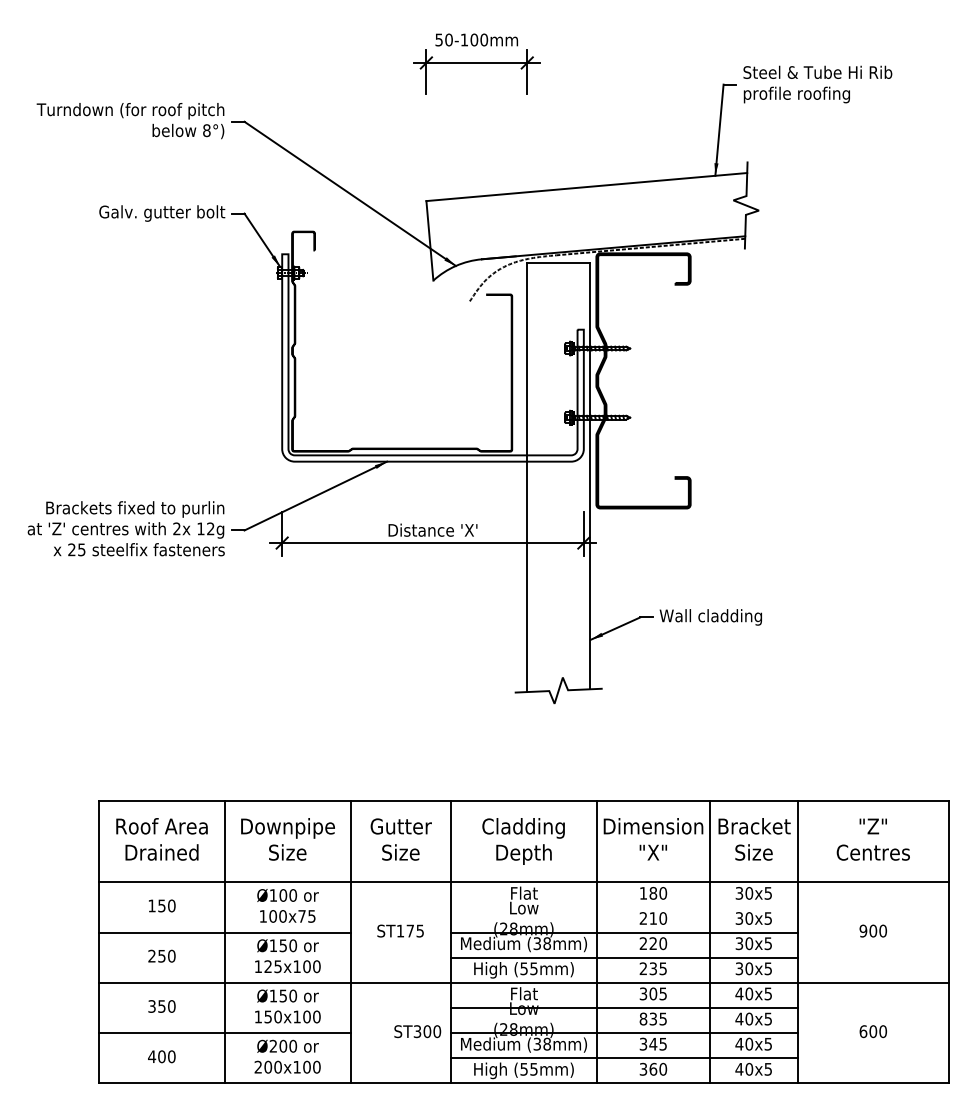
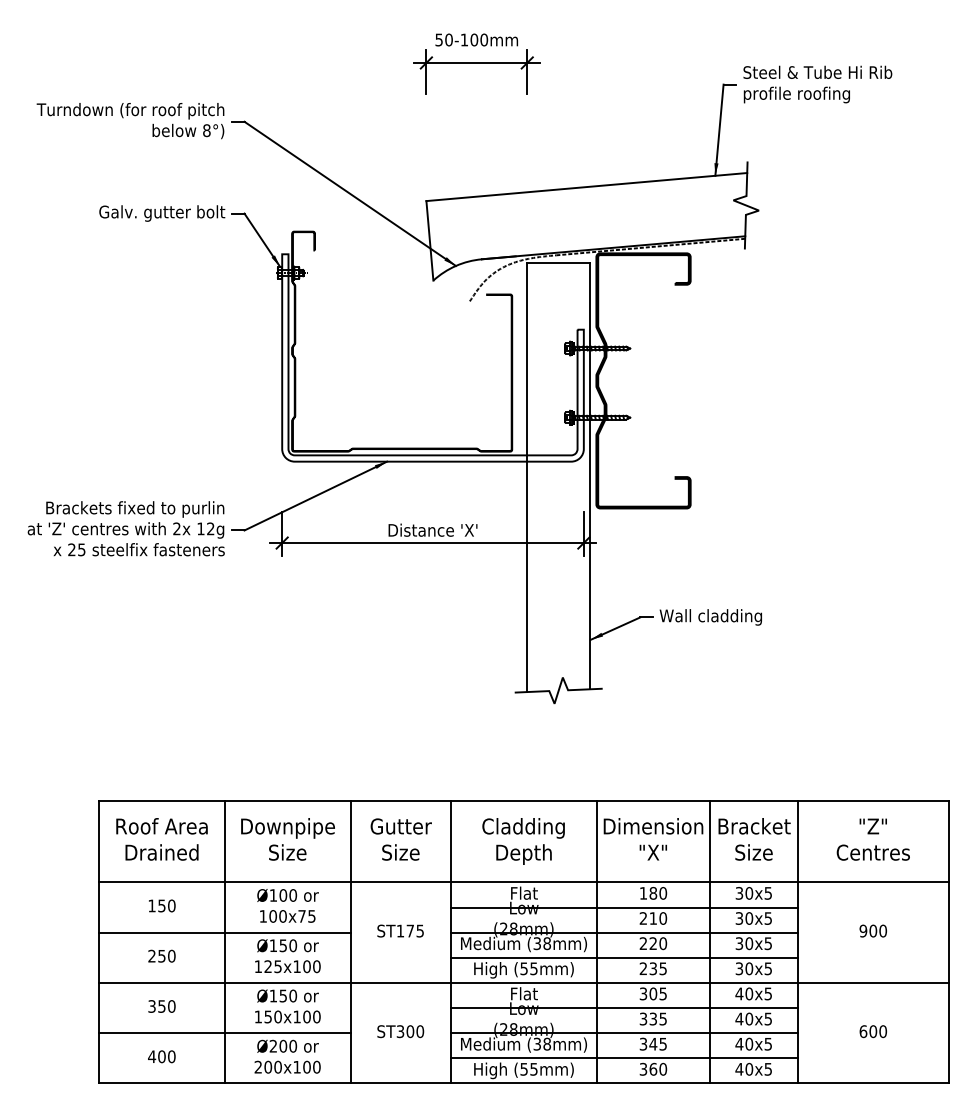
line at (624, 907): none -> present
text at (643, 1018): 835 -> 335
text at (417, 1031) position: (417, 1031) -> (400, 1031)
